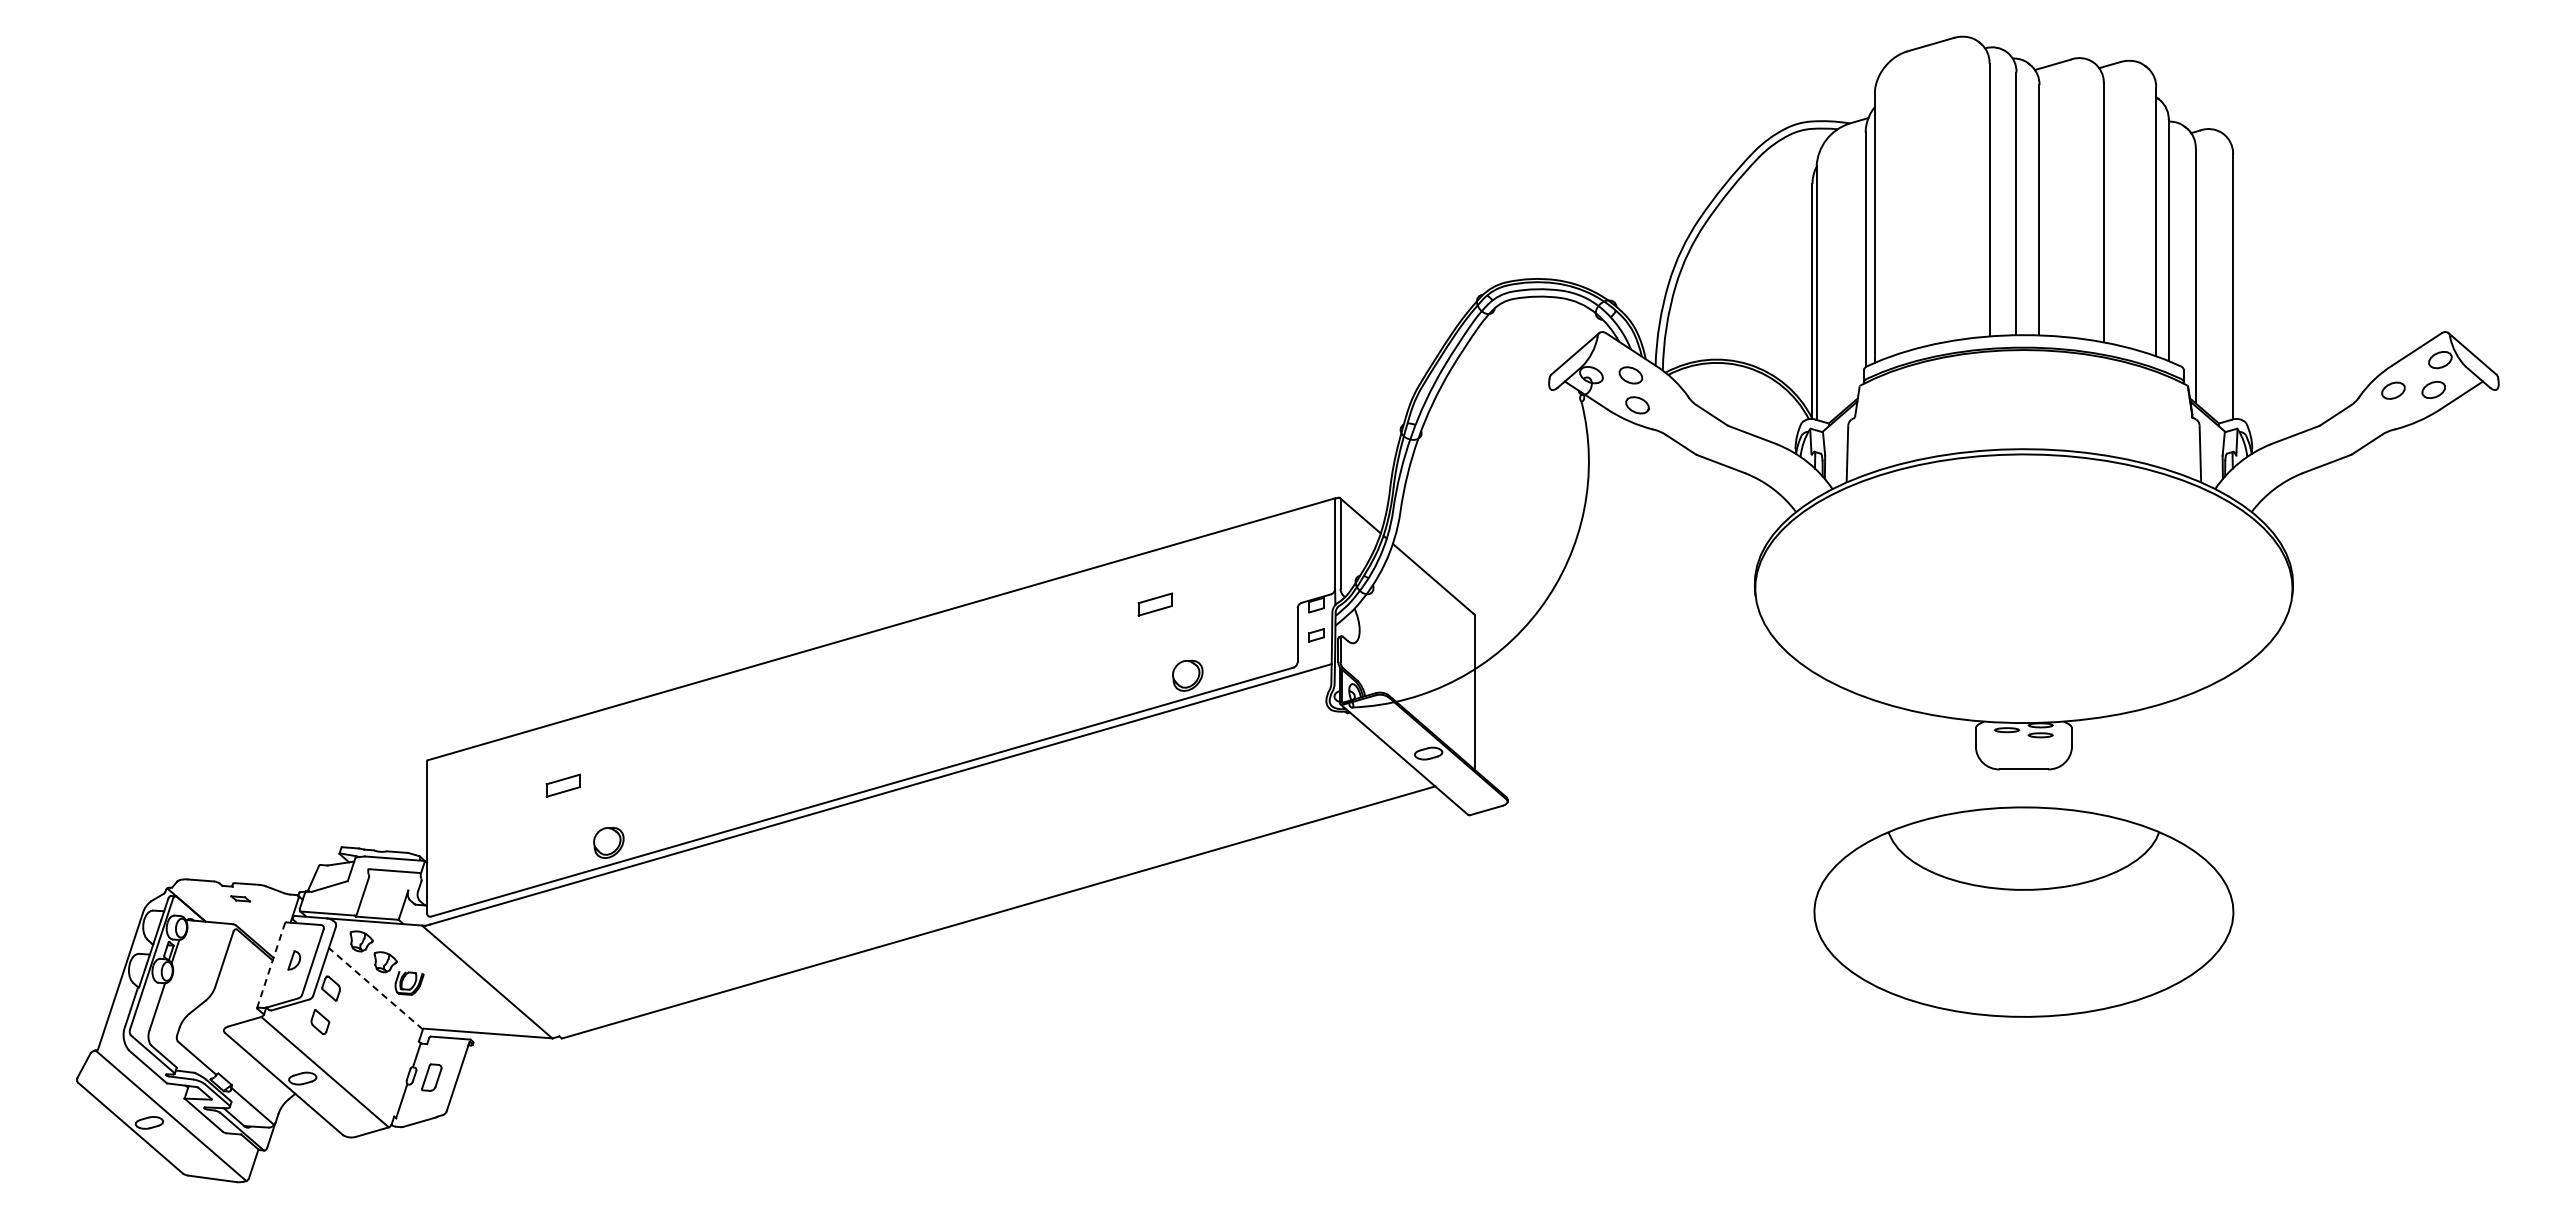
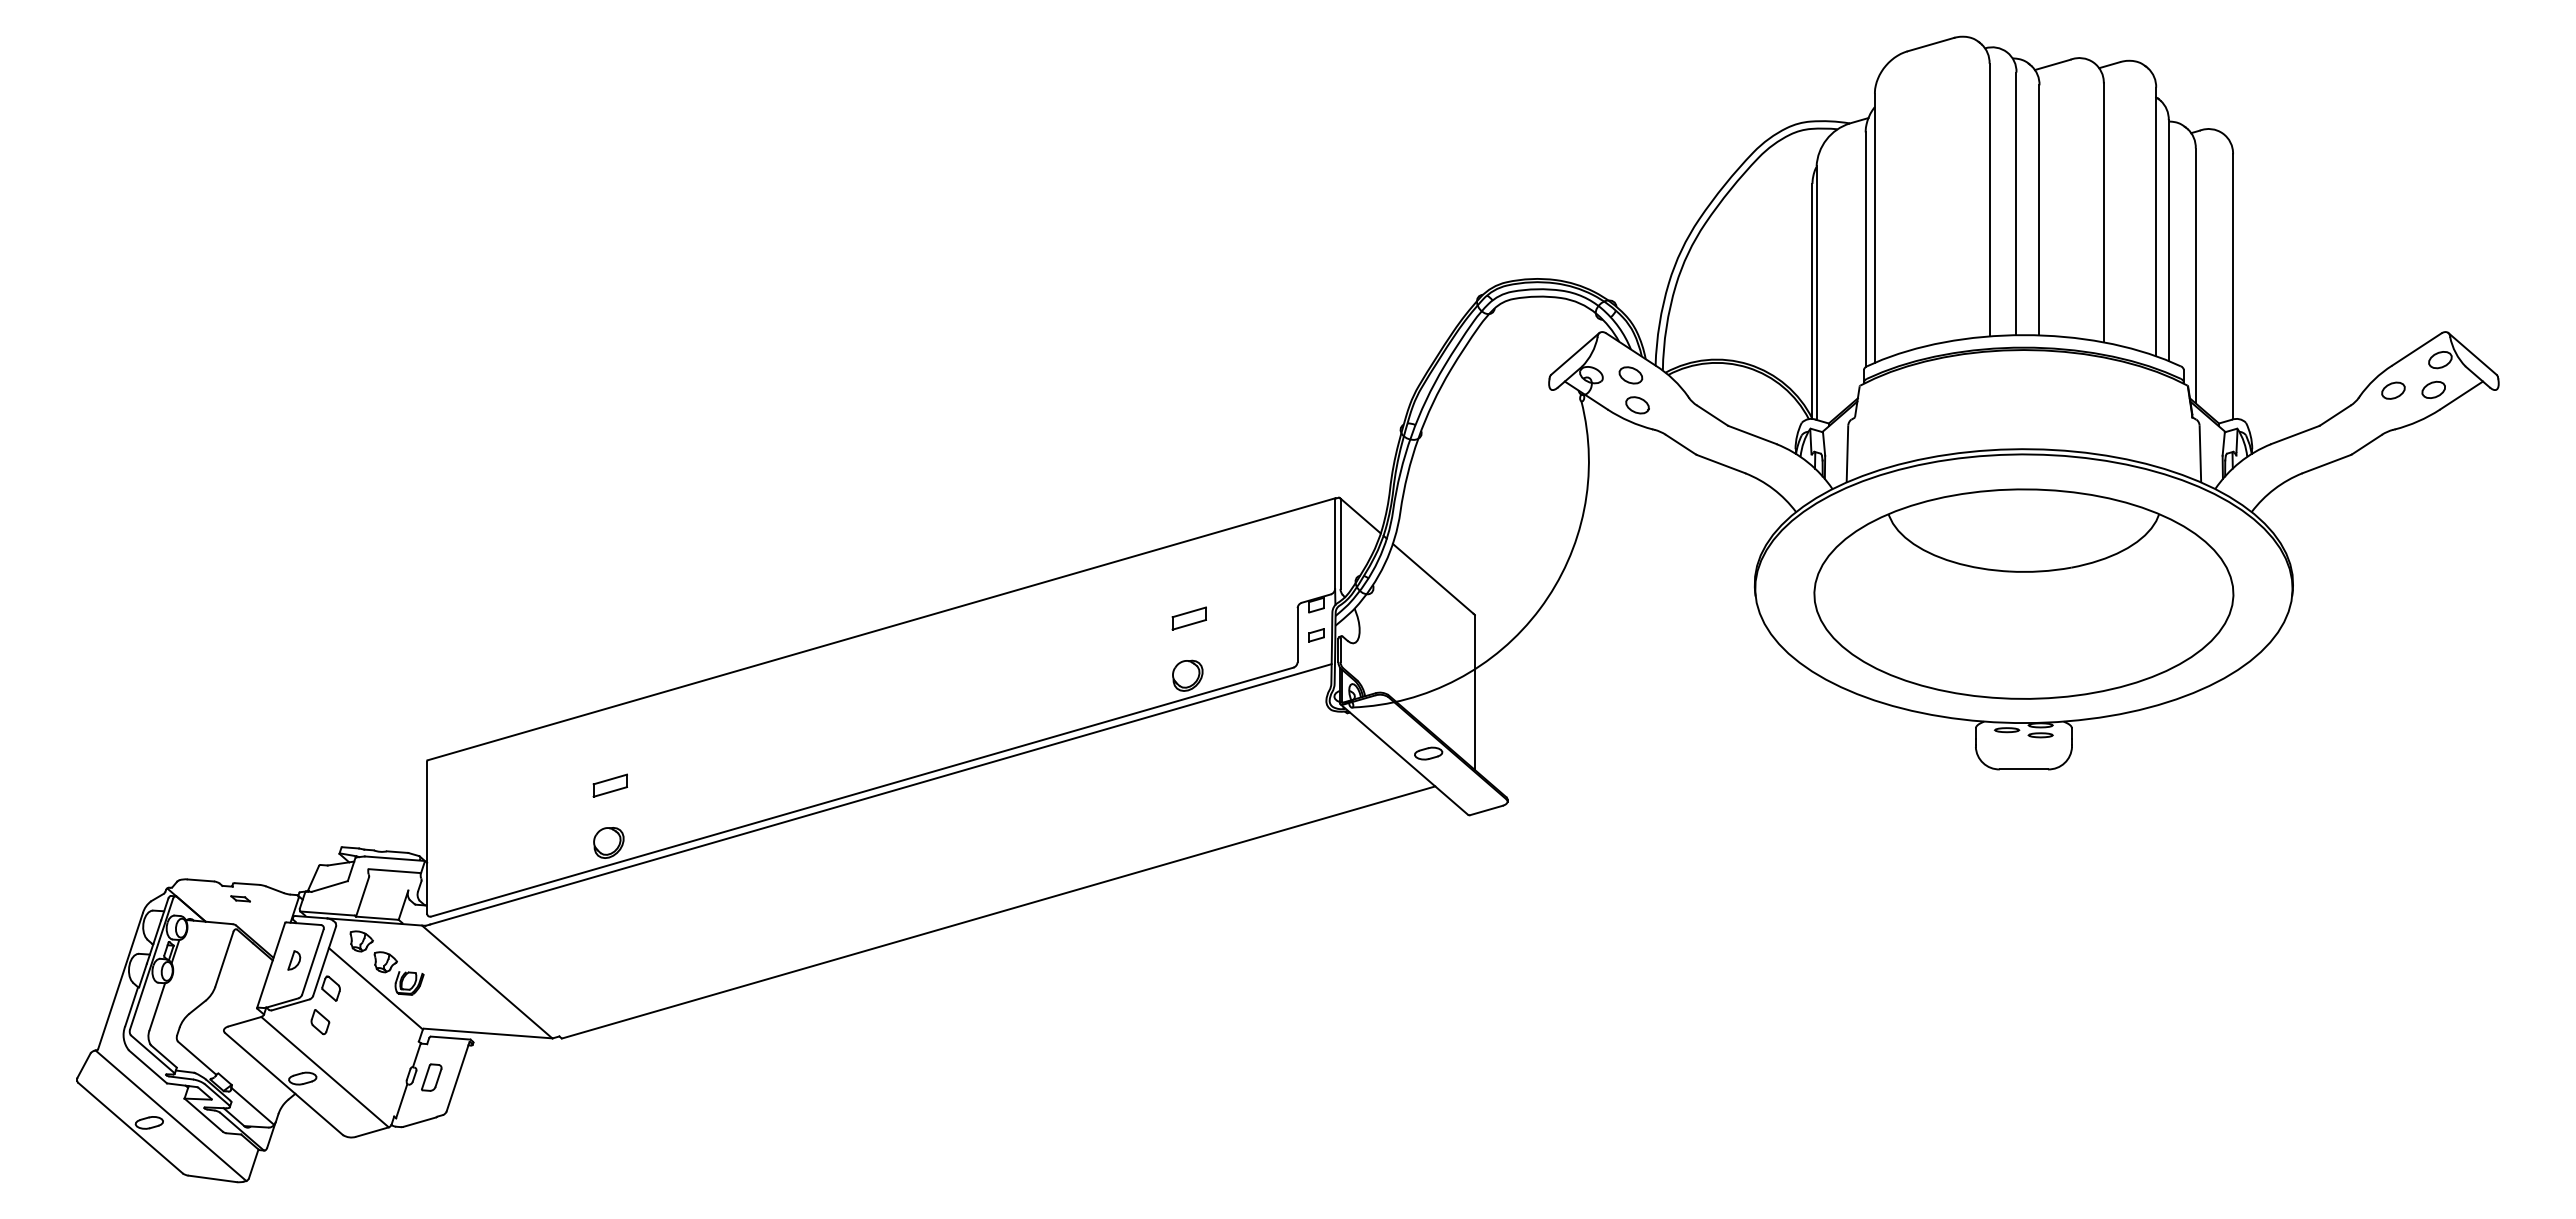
part at (1154, 604) position: (1154, 604) -> (1188, 618)
part at (562, 785) position: (562, 785) -> (609, 785)
part at (2023, 911) position: (2023, 911) -> (2023, 593)
line at (271, 965): dashed -> solid
line at (375, 988): dashed -> solid
